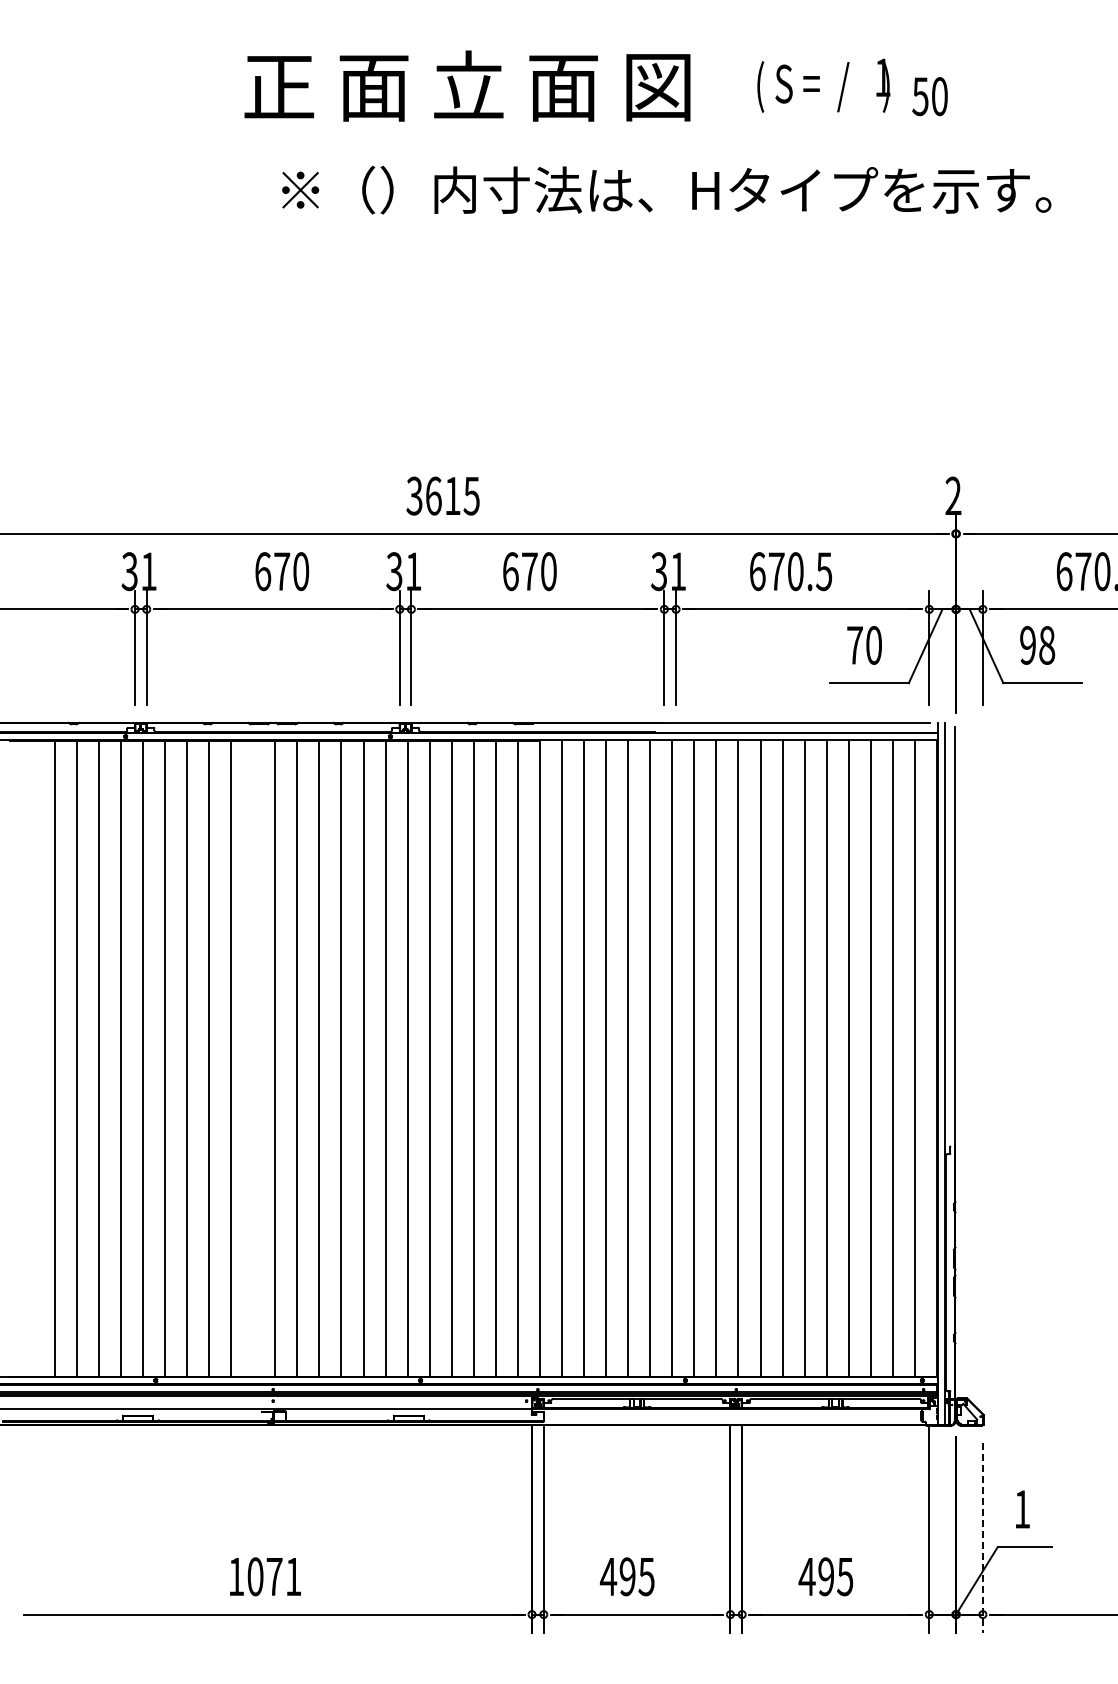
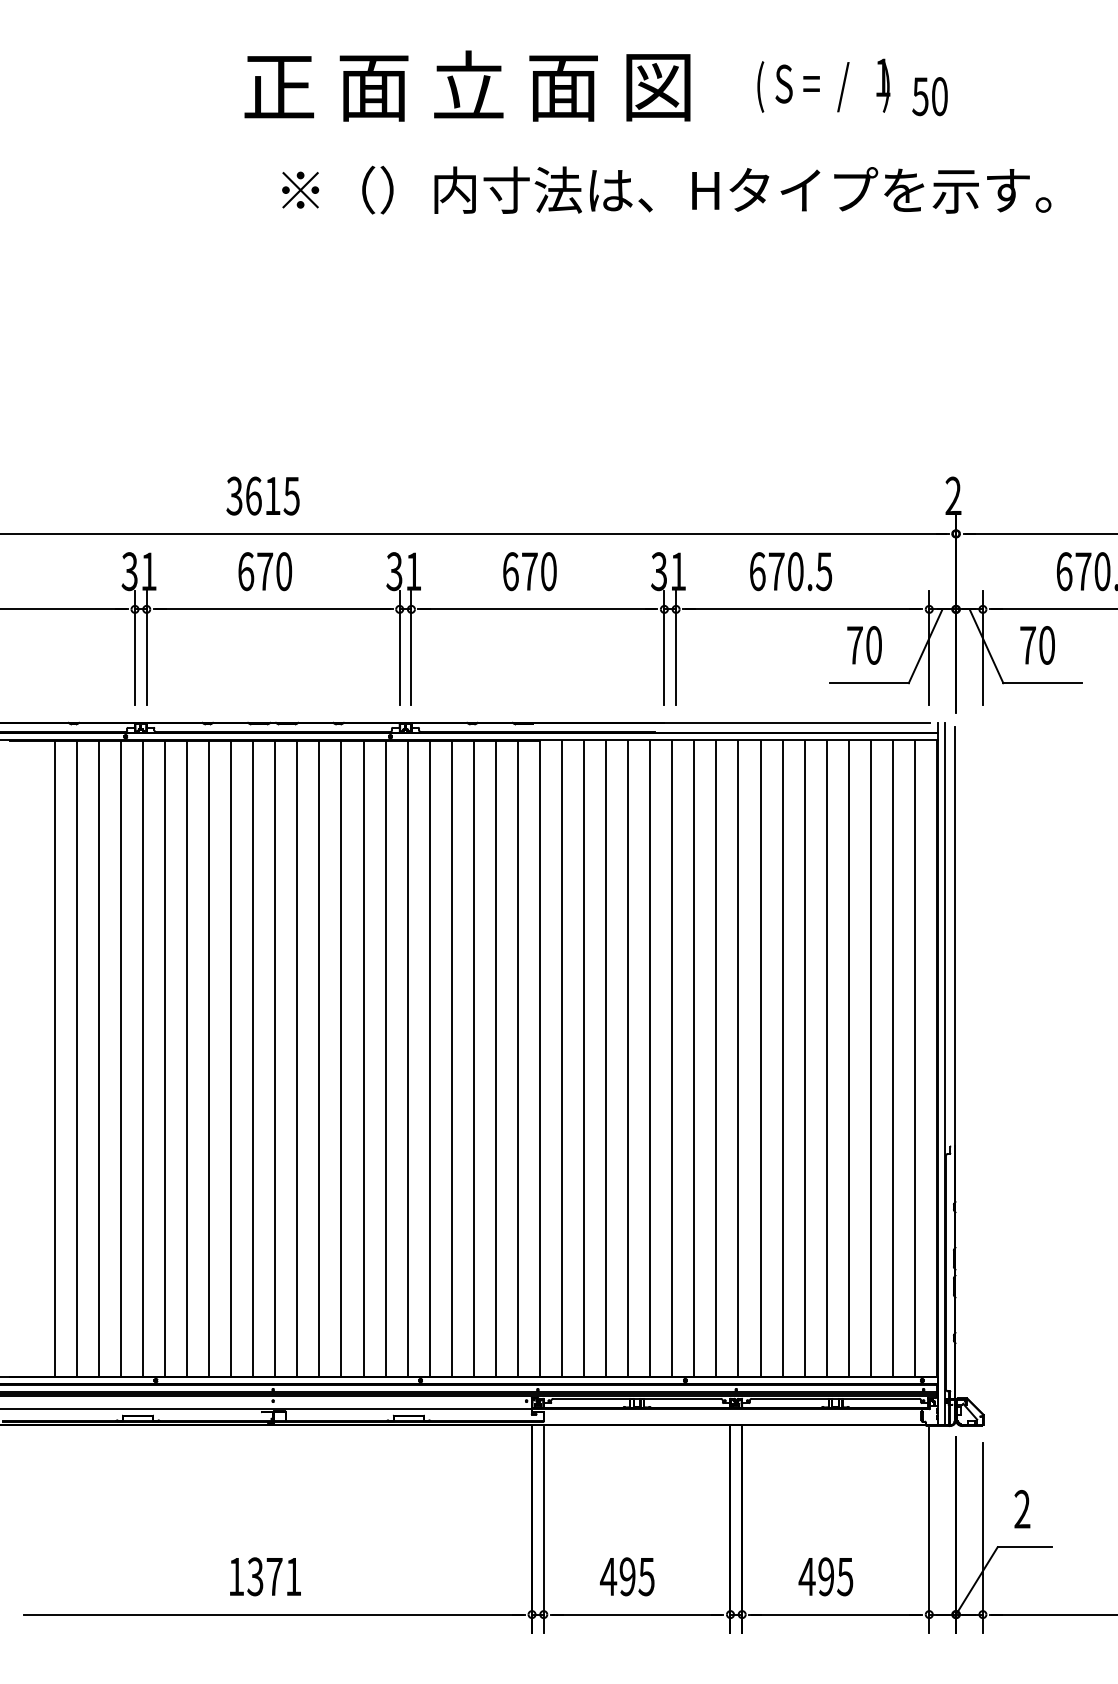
text at (442, 495) position: (442, 495) -> (262, 495)
text at (282, 571) position: (282, 571) -> (265, 571)
text at (1037, 645): 98 -> 70
line at (253, 1058): none -> present
text at (1022, 1509): 1 -> 2
line at (982, 1538): dashed -> solid
text at (255, 1576): 1071 -> 1371
